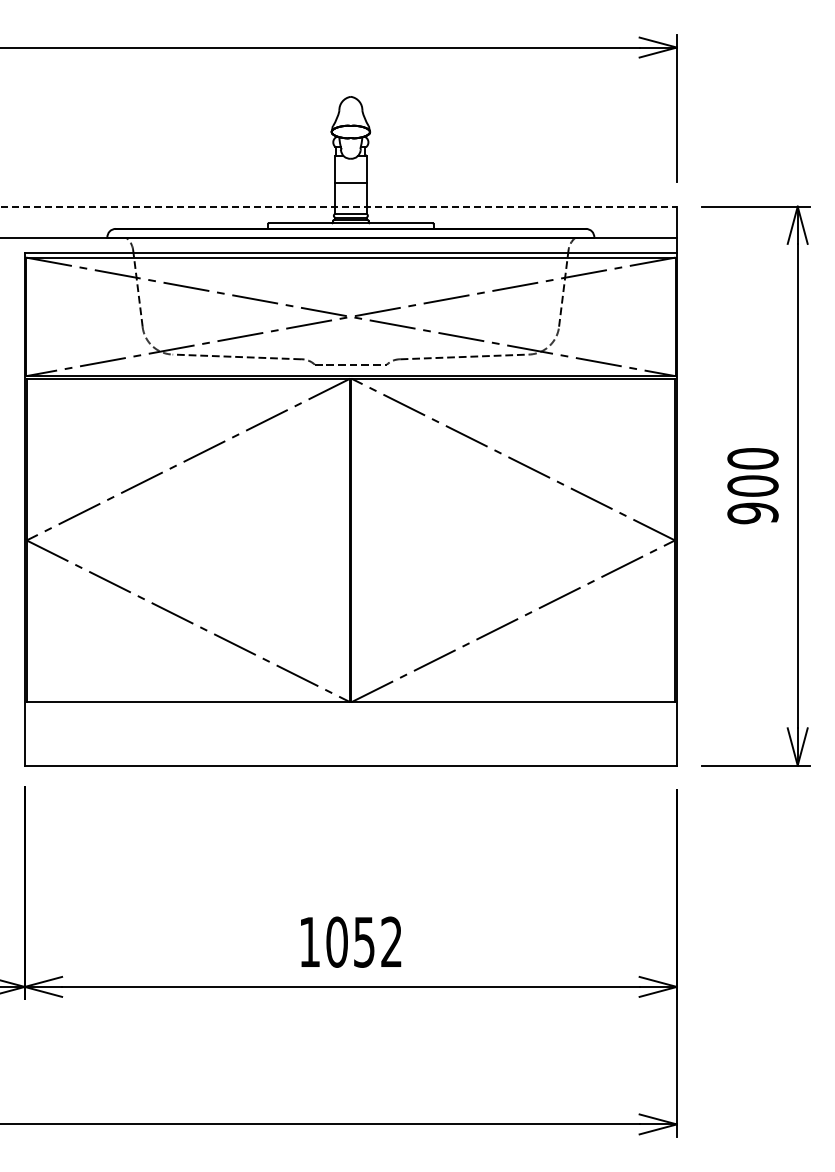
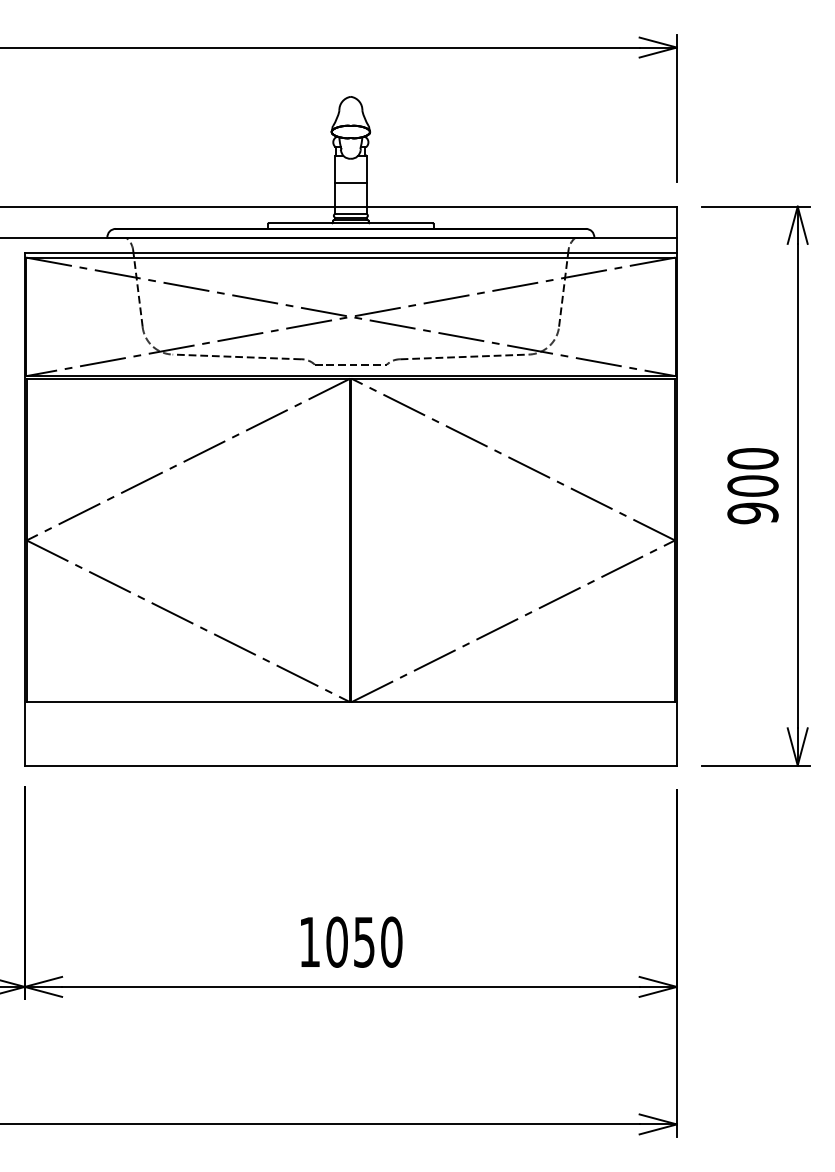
line at (339, 206): dashed -> solid
text at (391, 941): 1052 -> 1050
